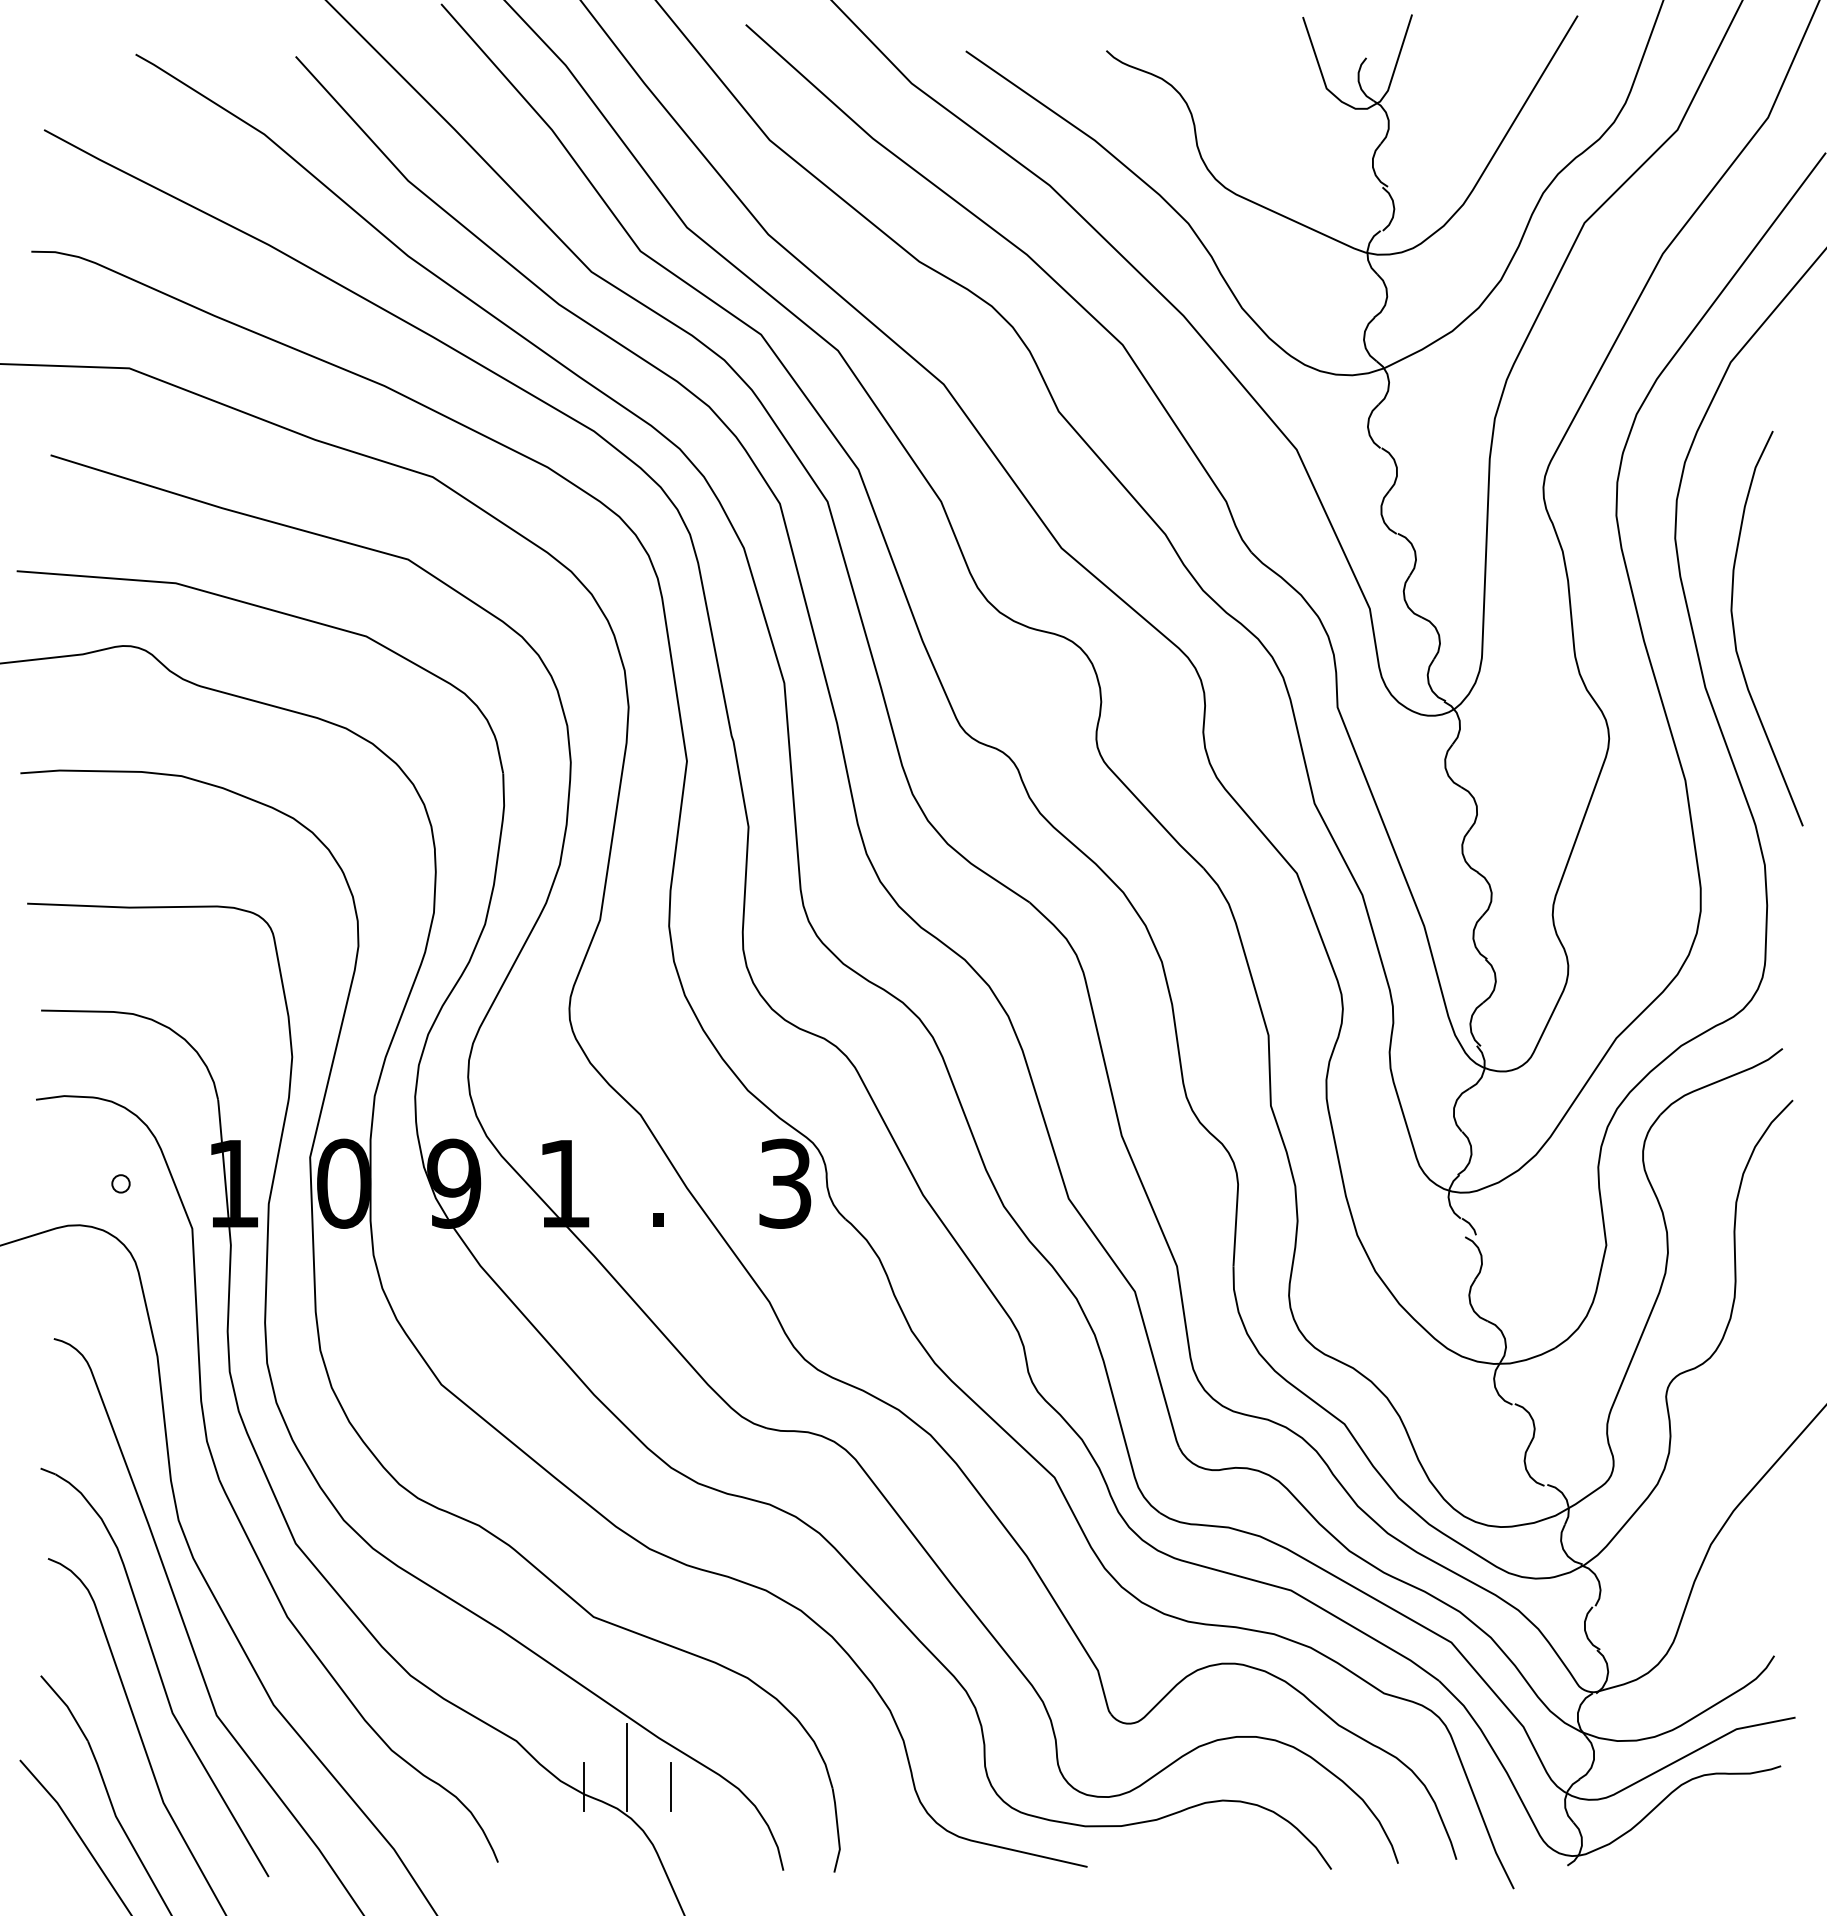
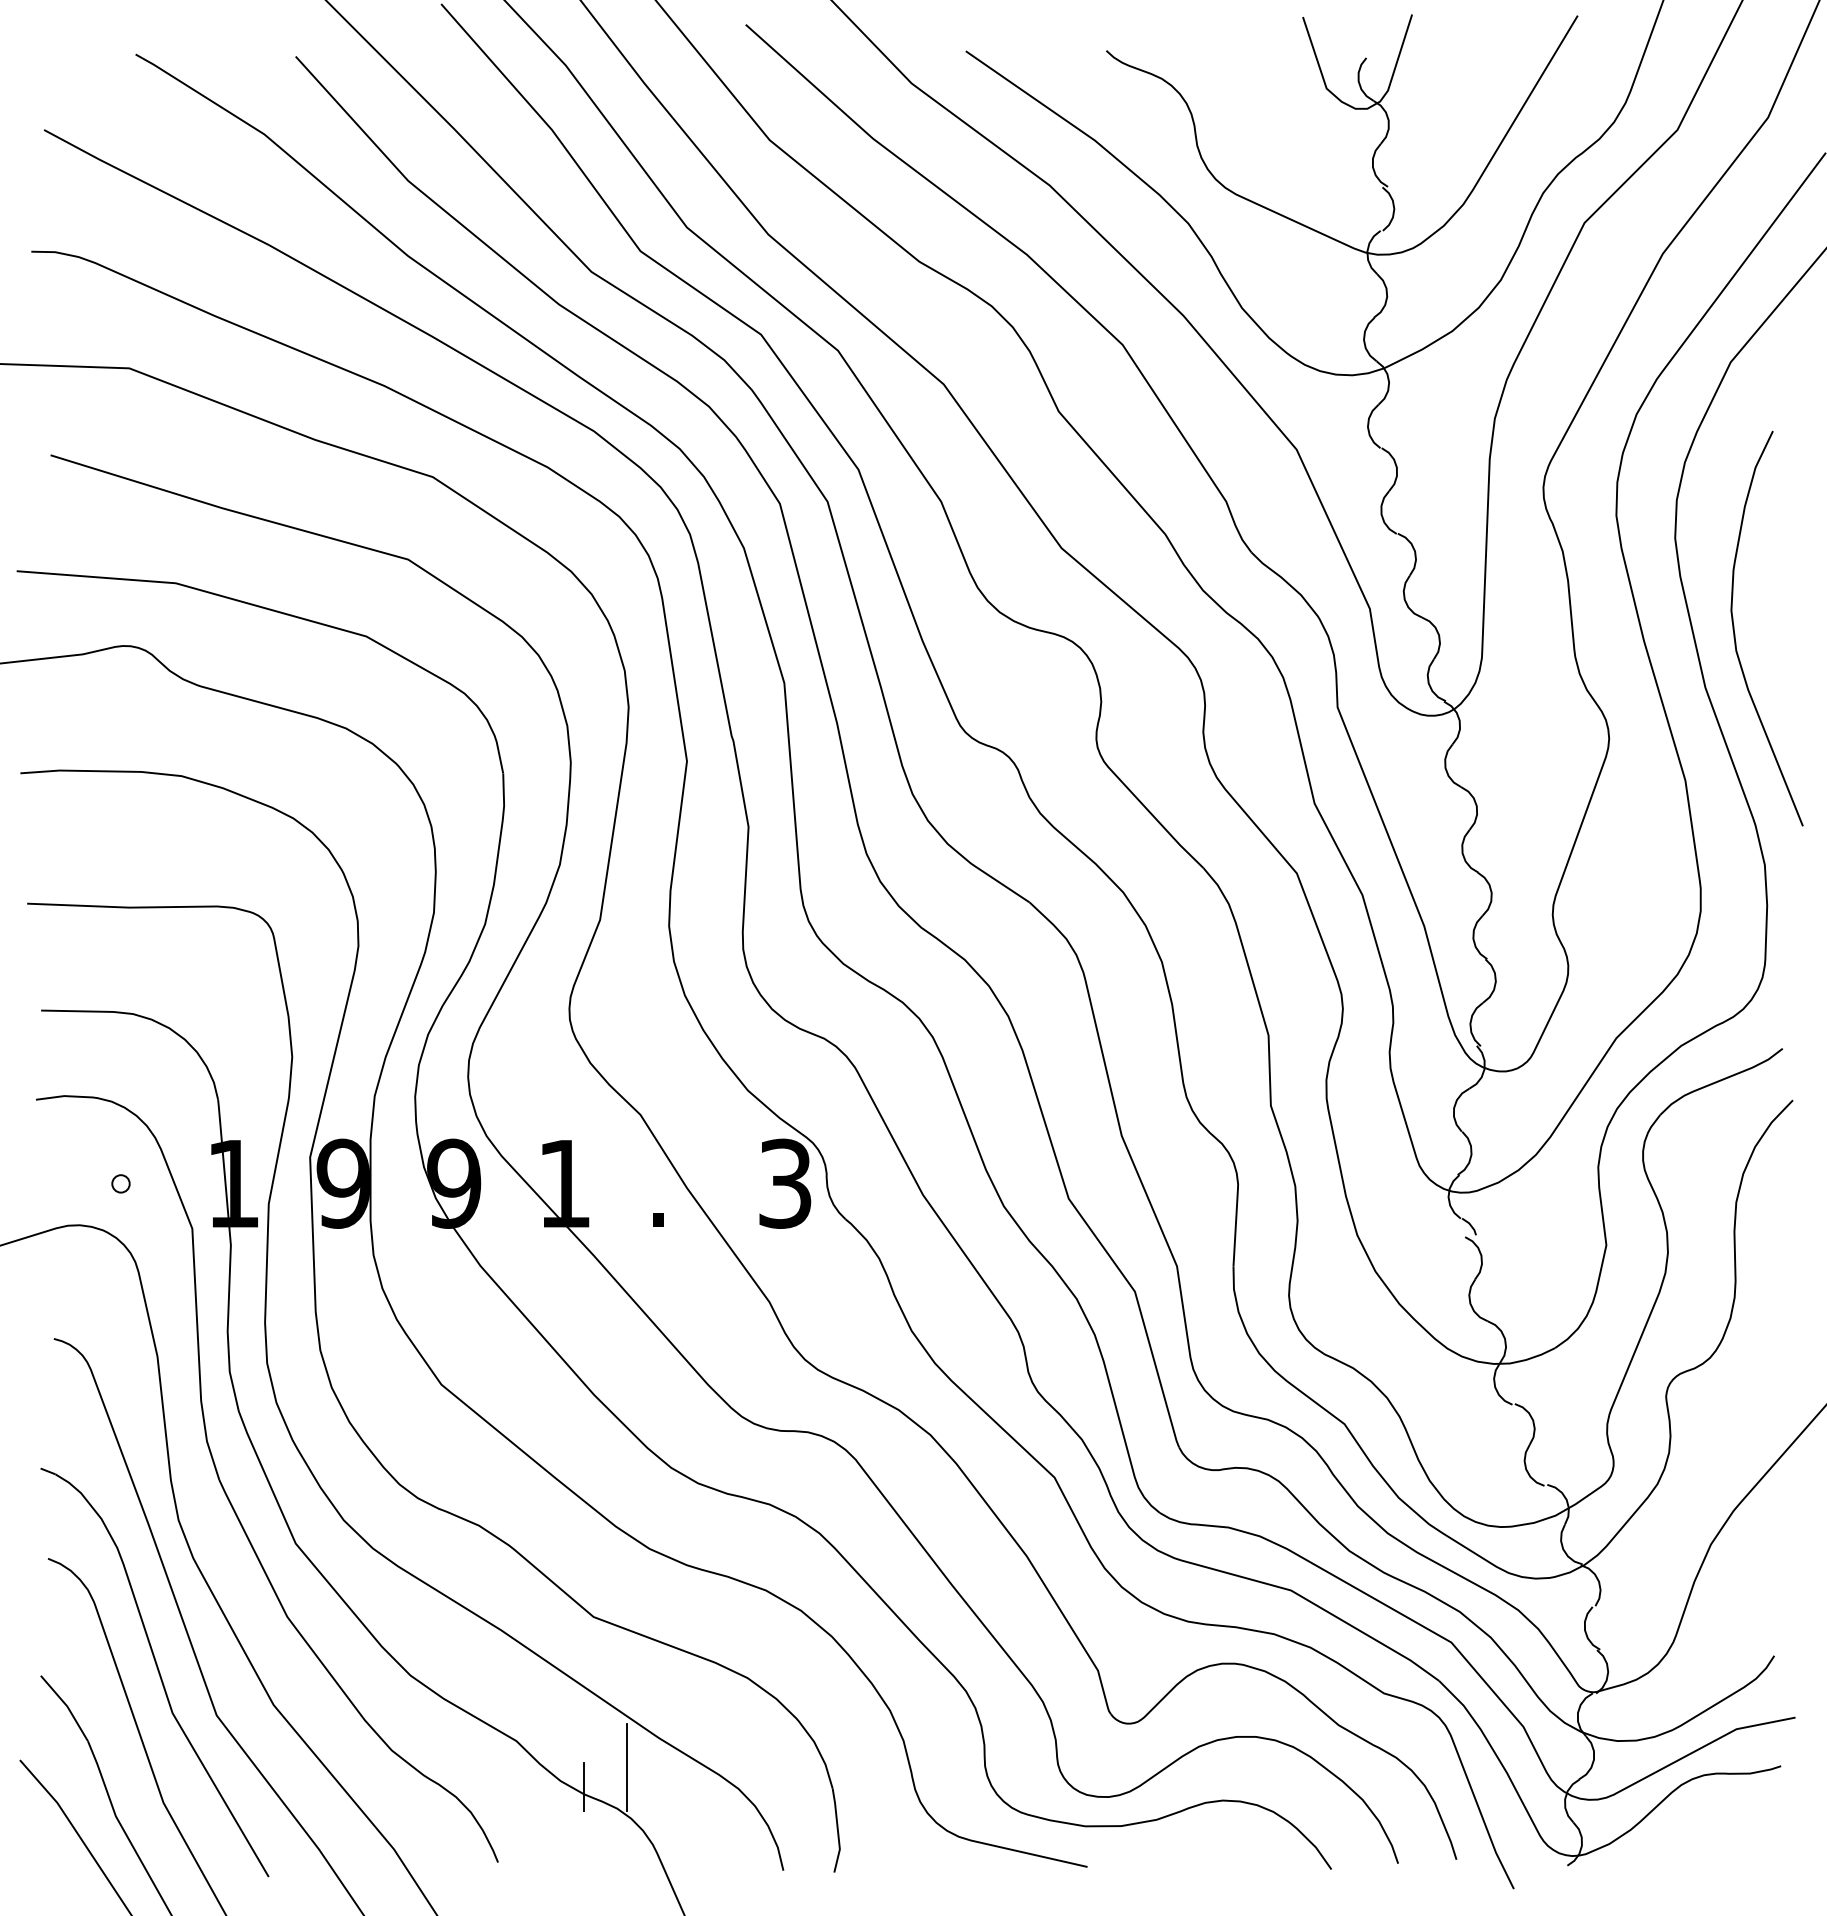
text at (342, 1183): 0 -> 9
line at (670, 1786): present -> none
